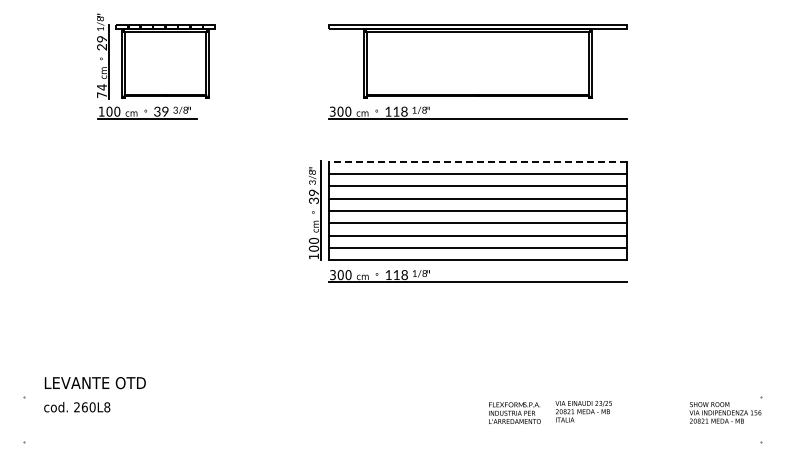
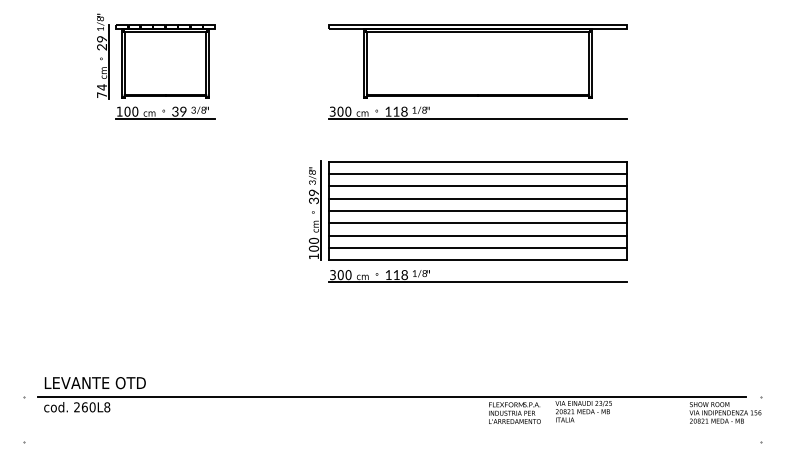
part at (147, 112) position: (147, 112) -> (165, 112)
line at (478, 161): dashed -> solid
line at (391, 397): none -> present
